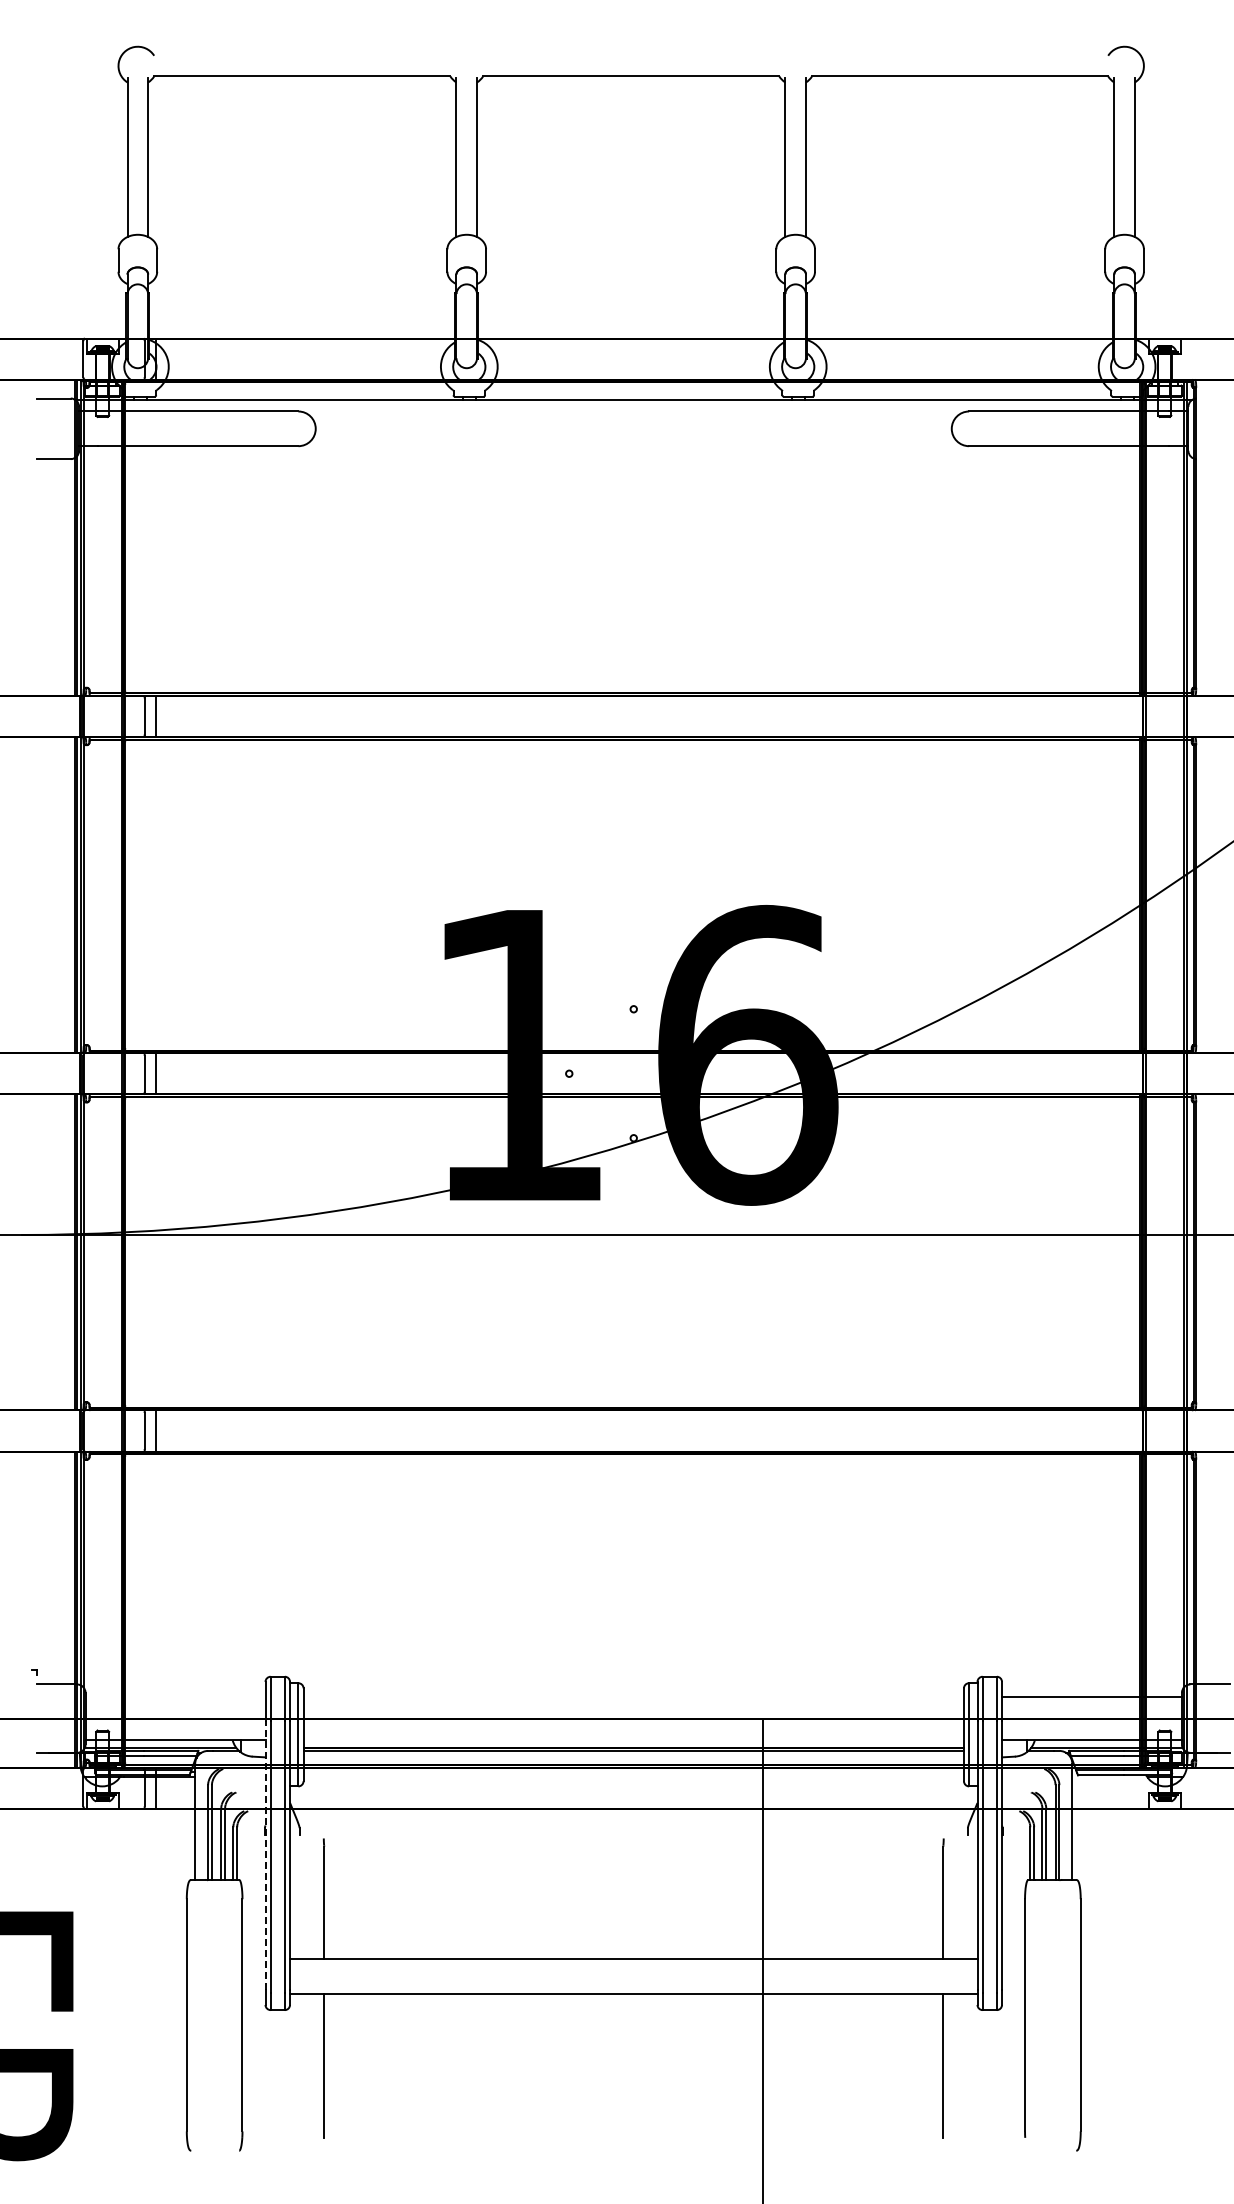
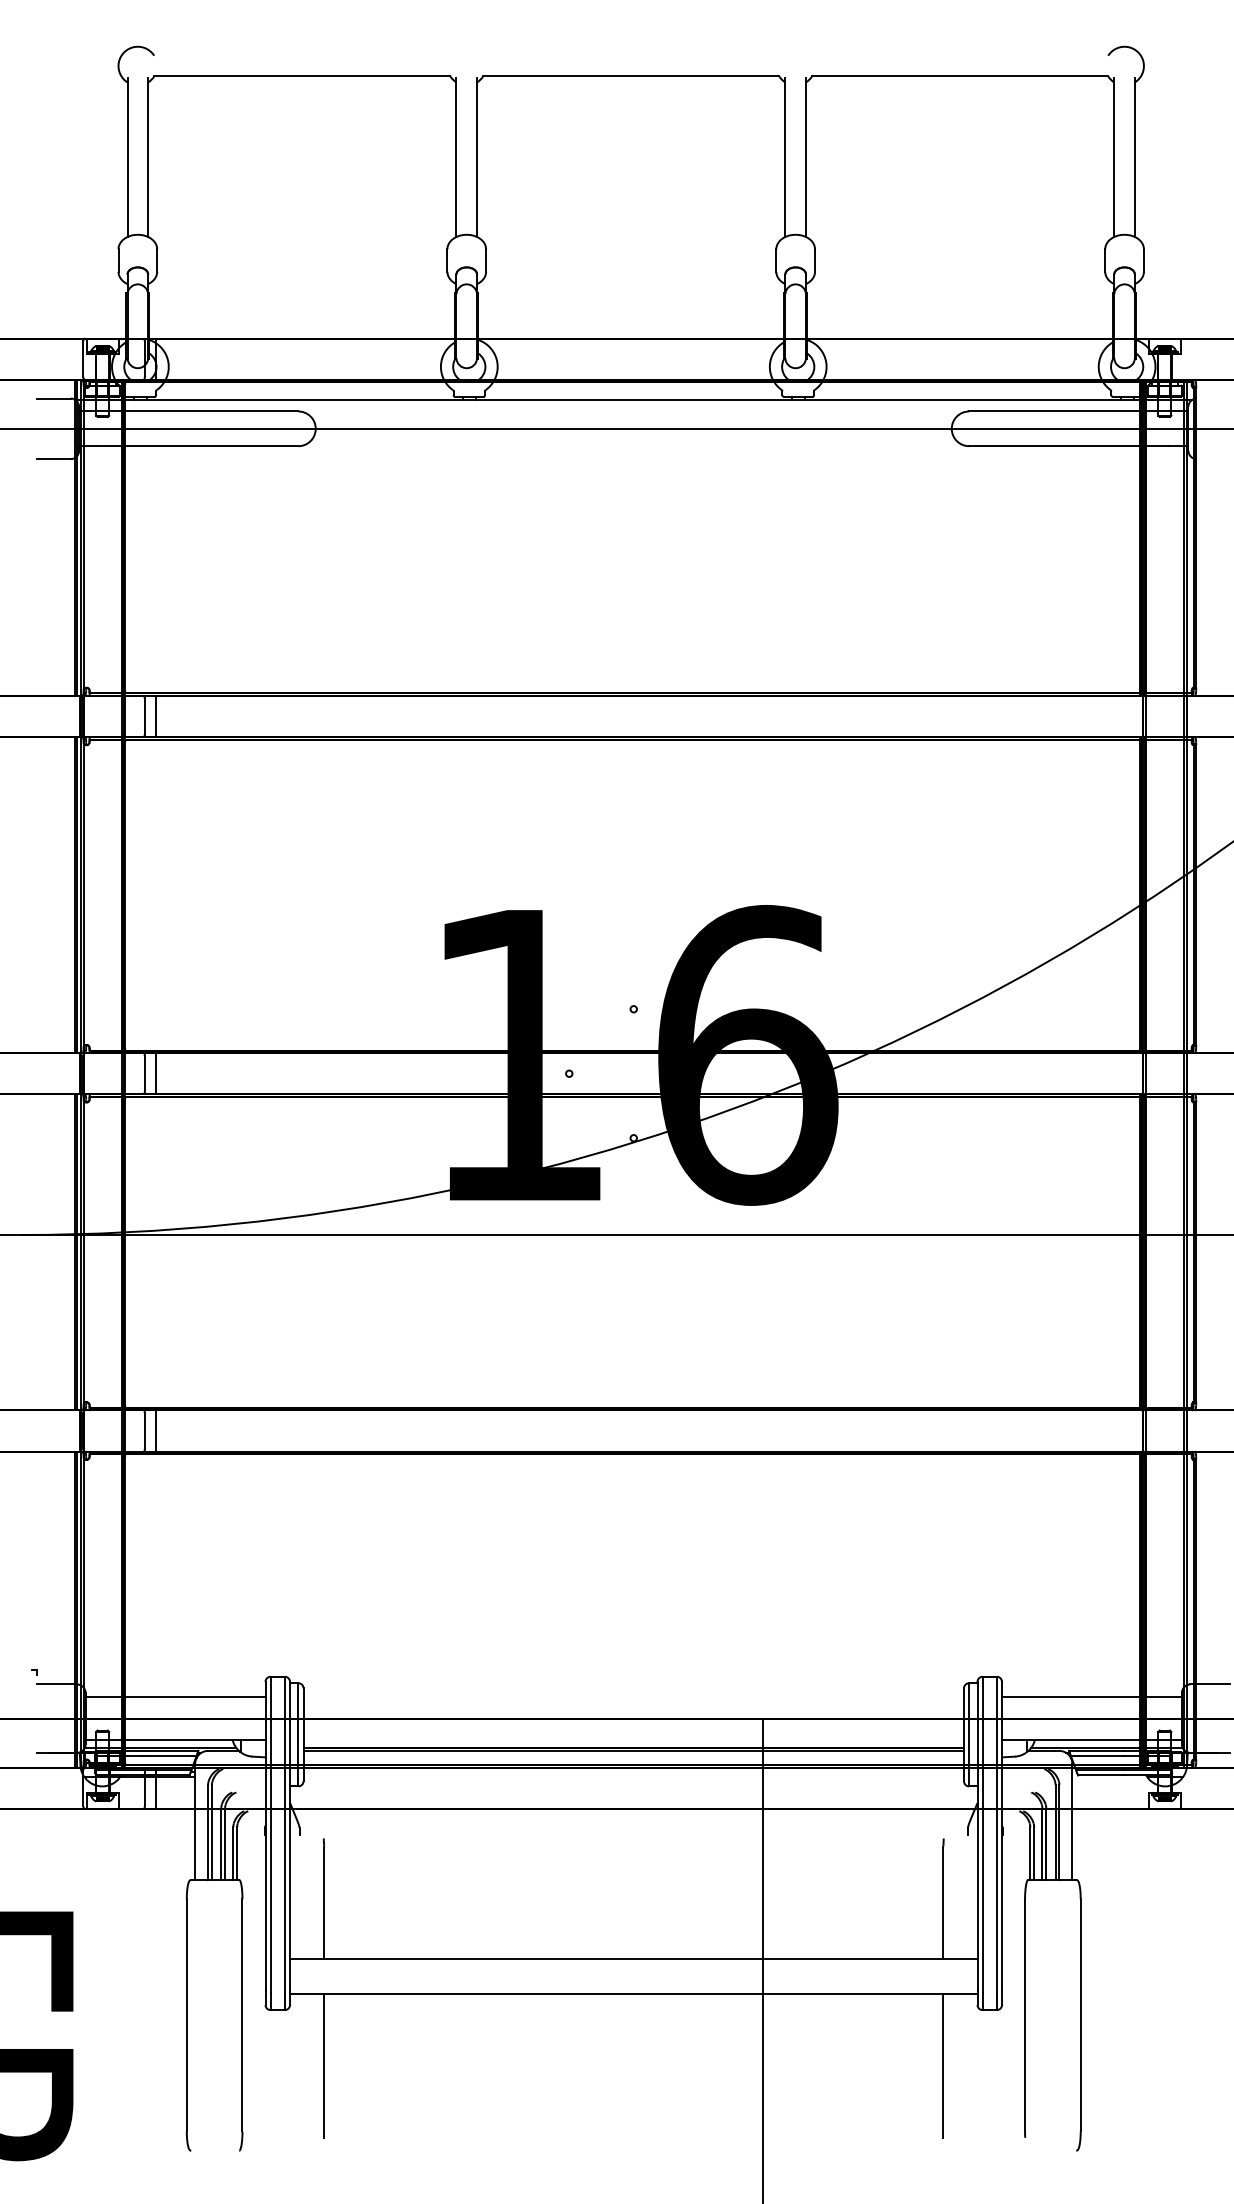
line at (616, 428): none -> present
line at (175, 1696): none -> present
line at (265, 1855): dashed -> solid
